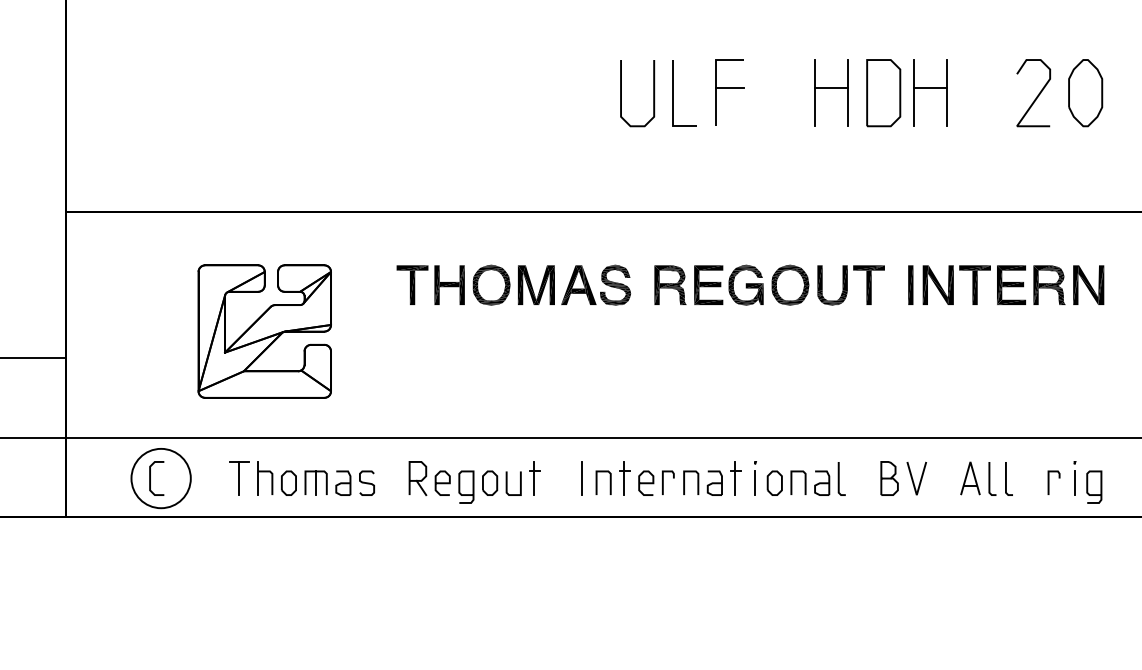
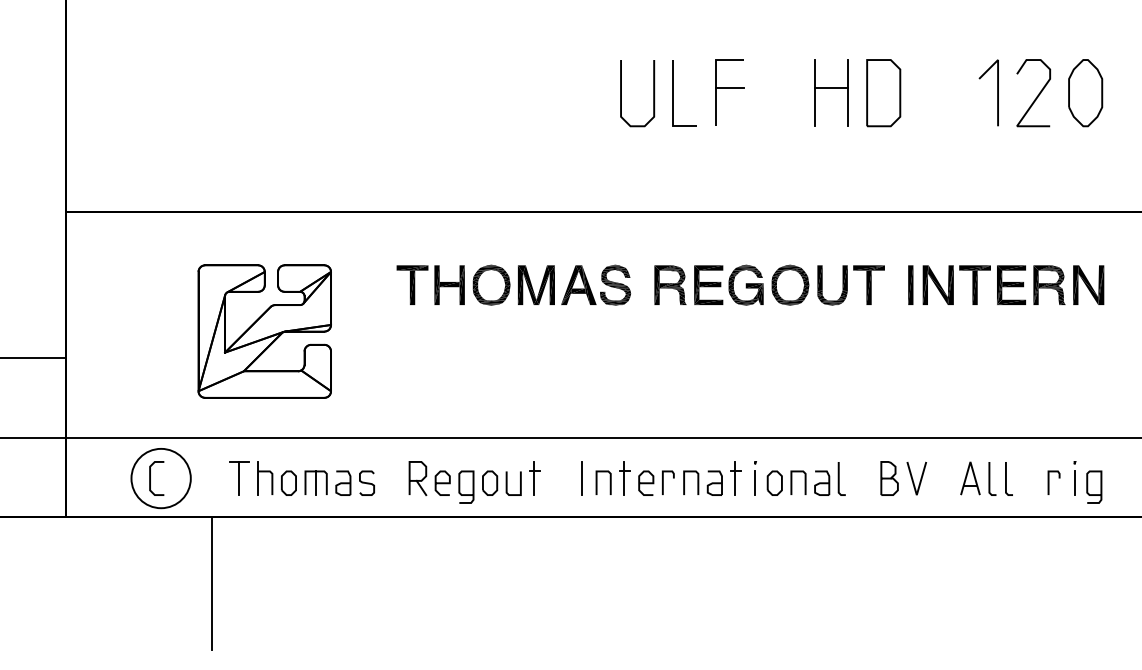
part at (930, 92): present -> none
line at (997, 92): none -> present
line at (211, 583): none -> present
